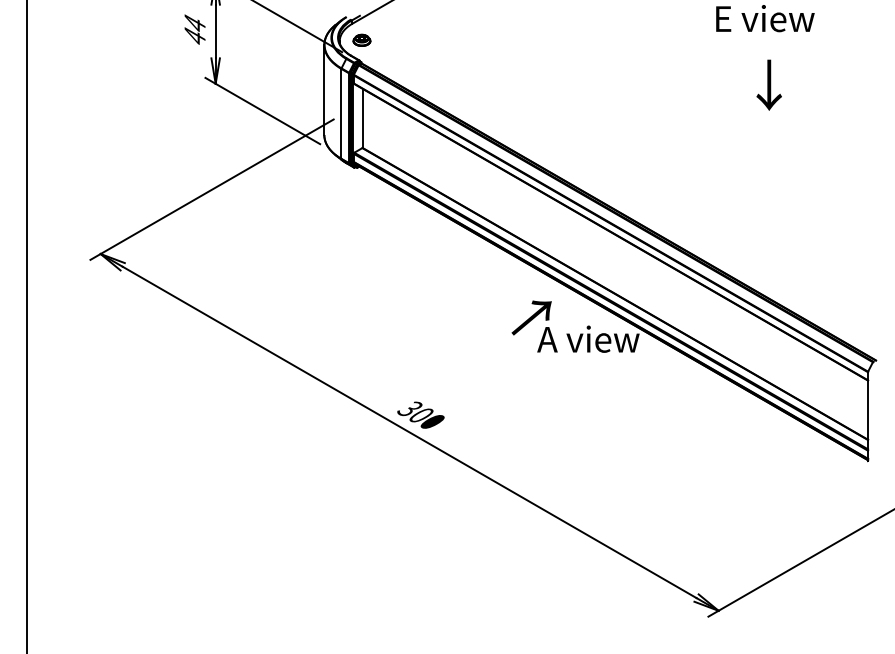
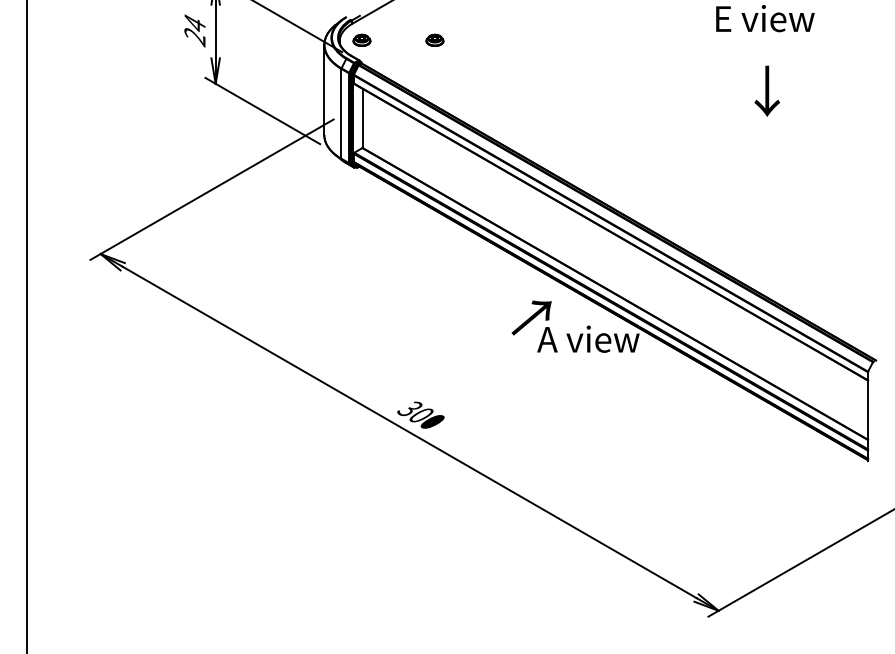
text at (194, 37): 44 -> 24
part at (434, 39): none -> present
text at (768, 84) position: (768, 84) -> (766, 90)
